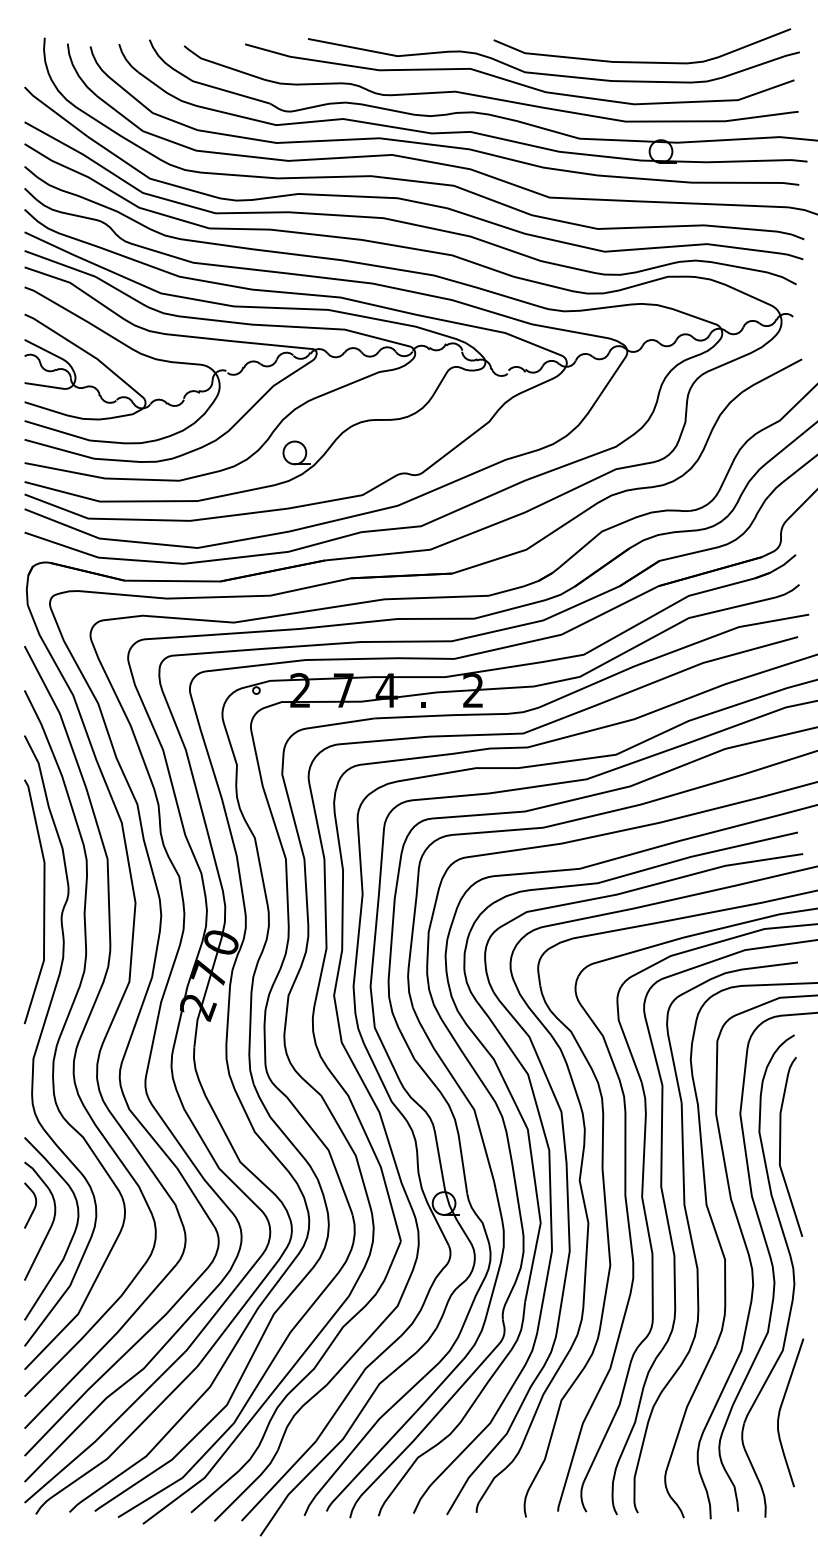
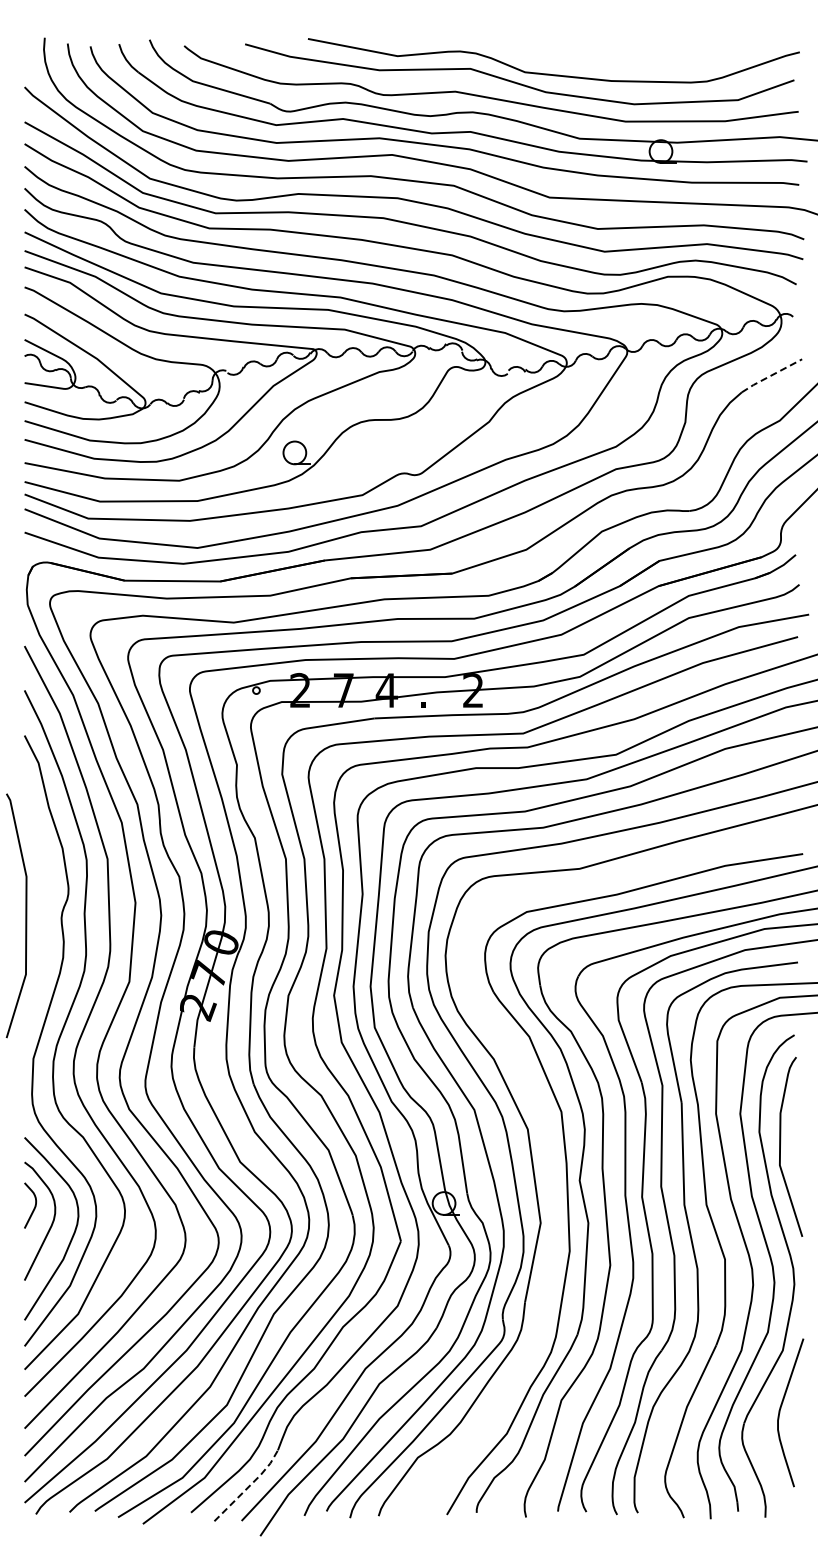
curve at (642, 61): present -> none
line at (771, 375): solid -> dashed
line at (43, 901) position: (43, 901) -> (25, 915)
part at (551, 1182): present -> none
line at (249, 1486): solid -> dashed
